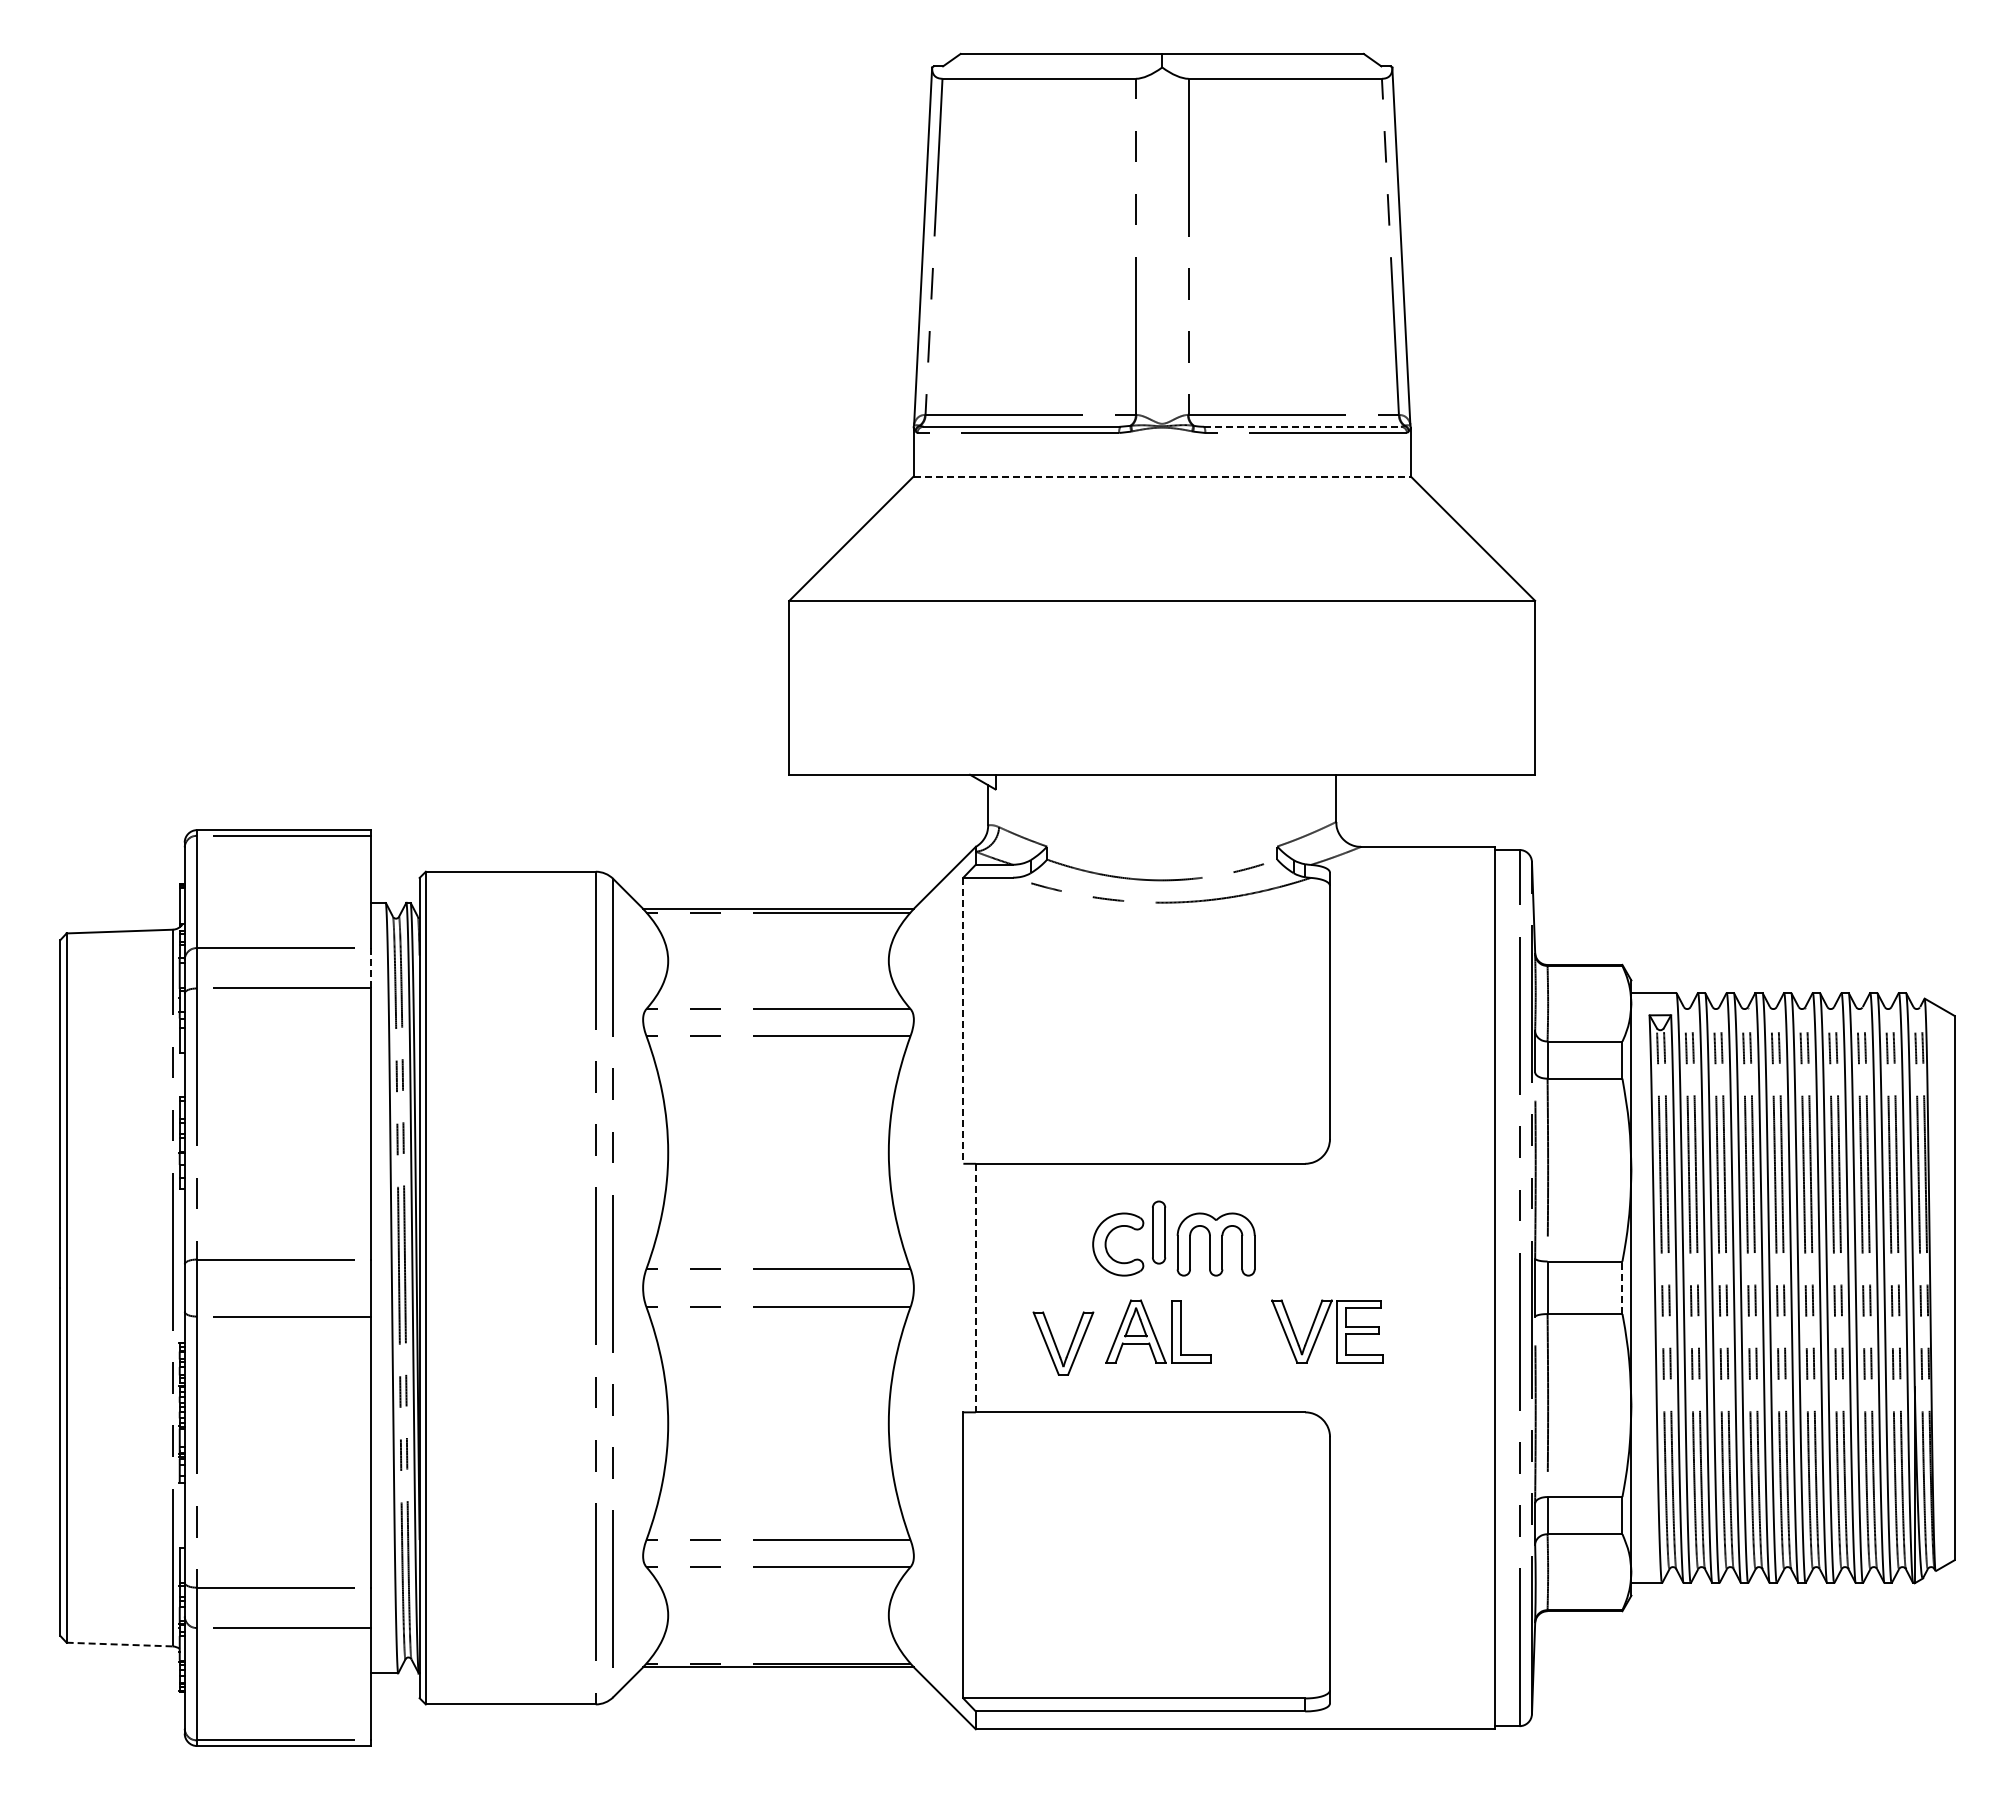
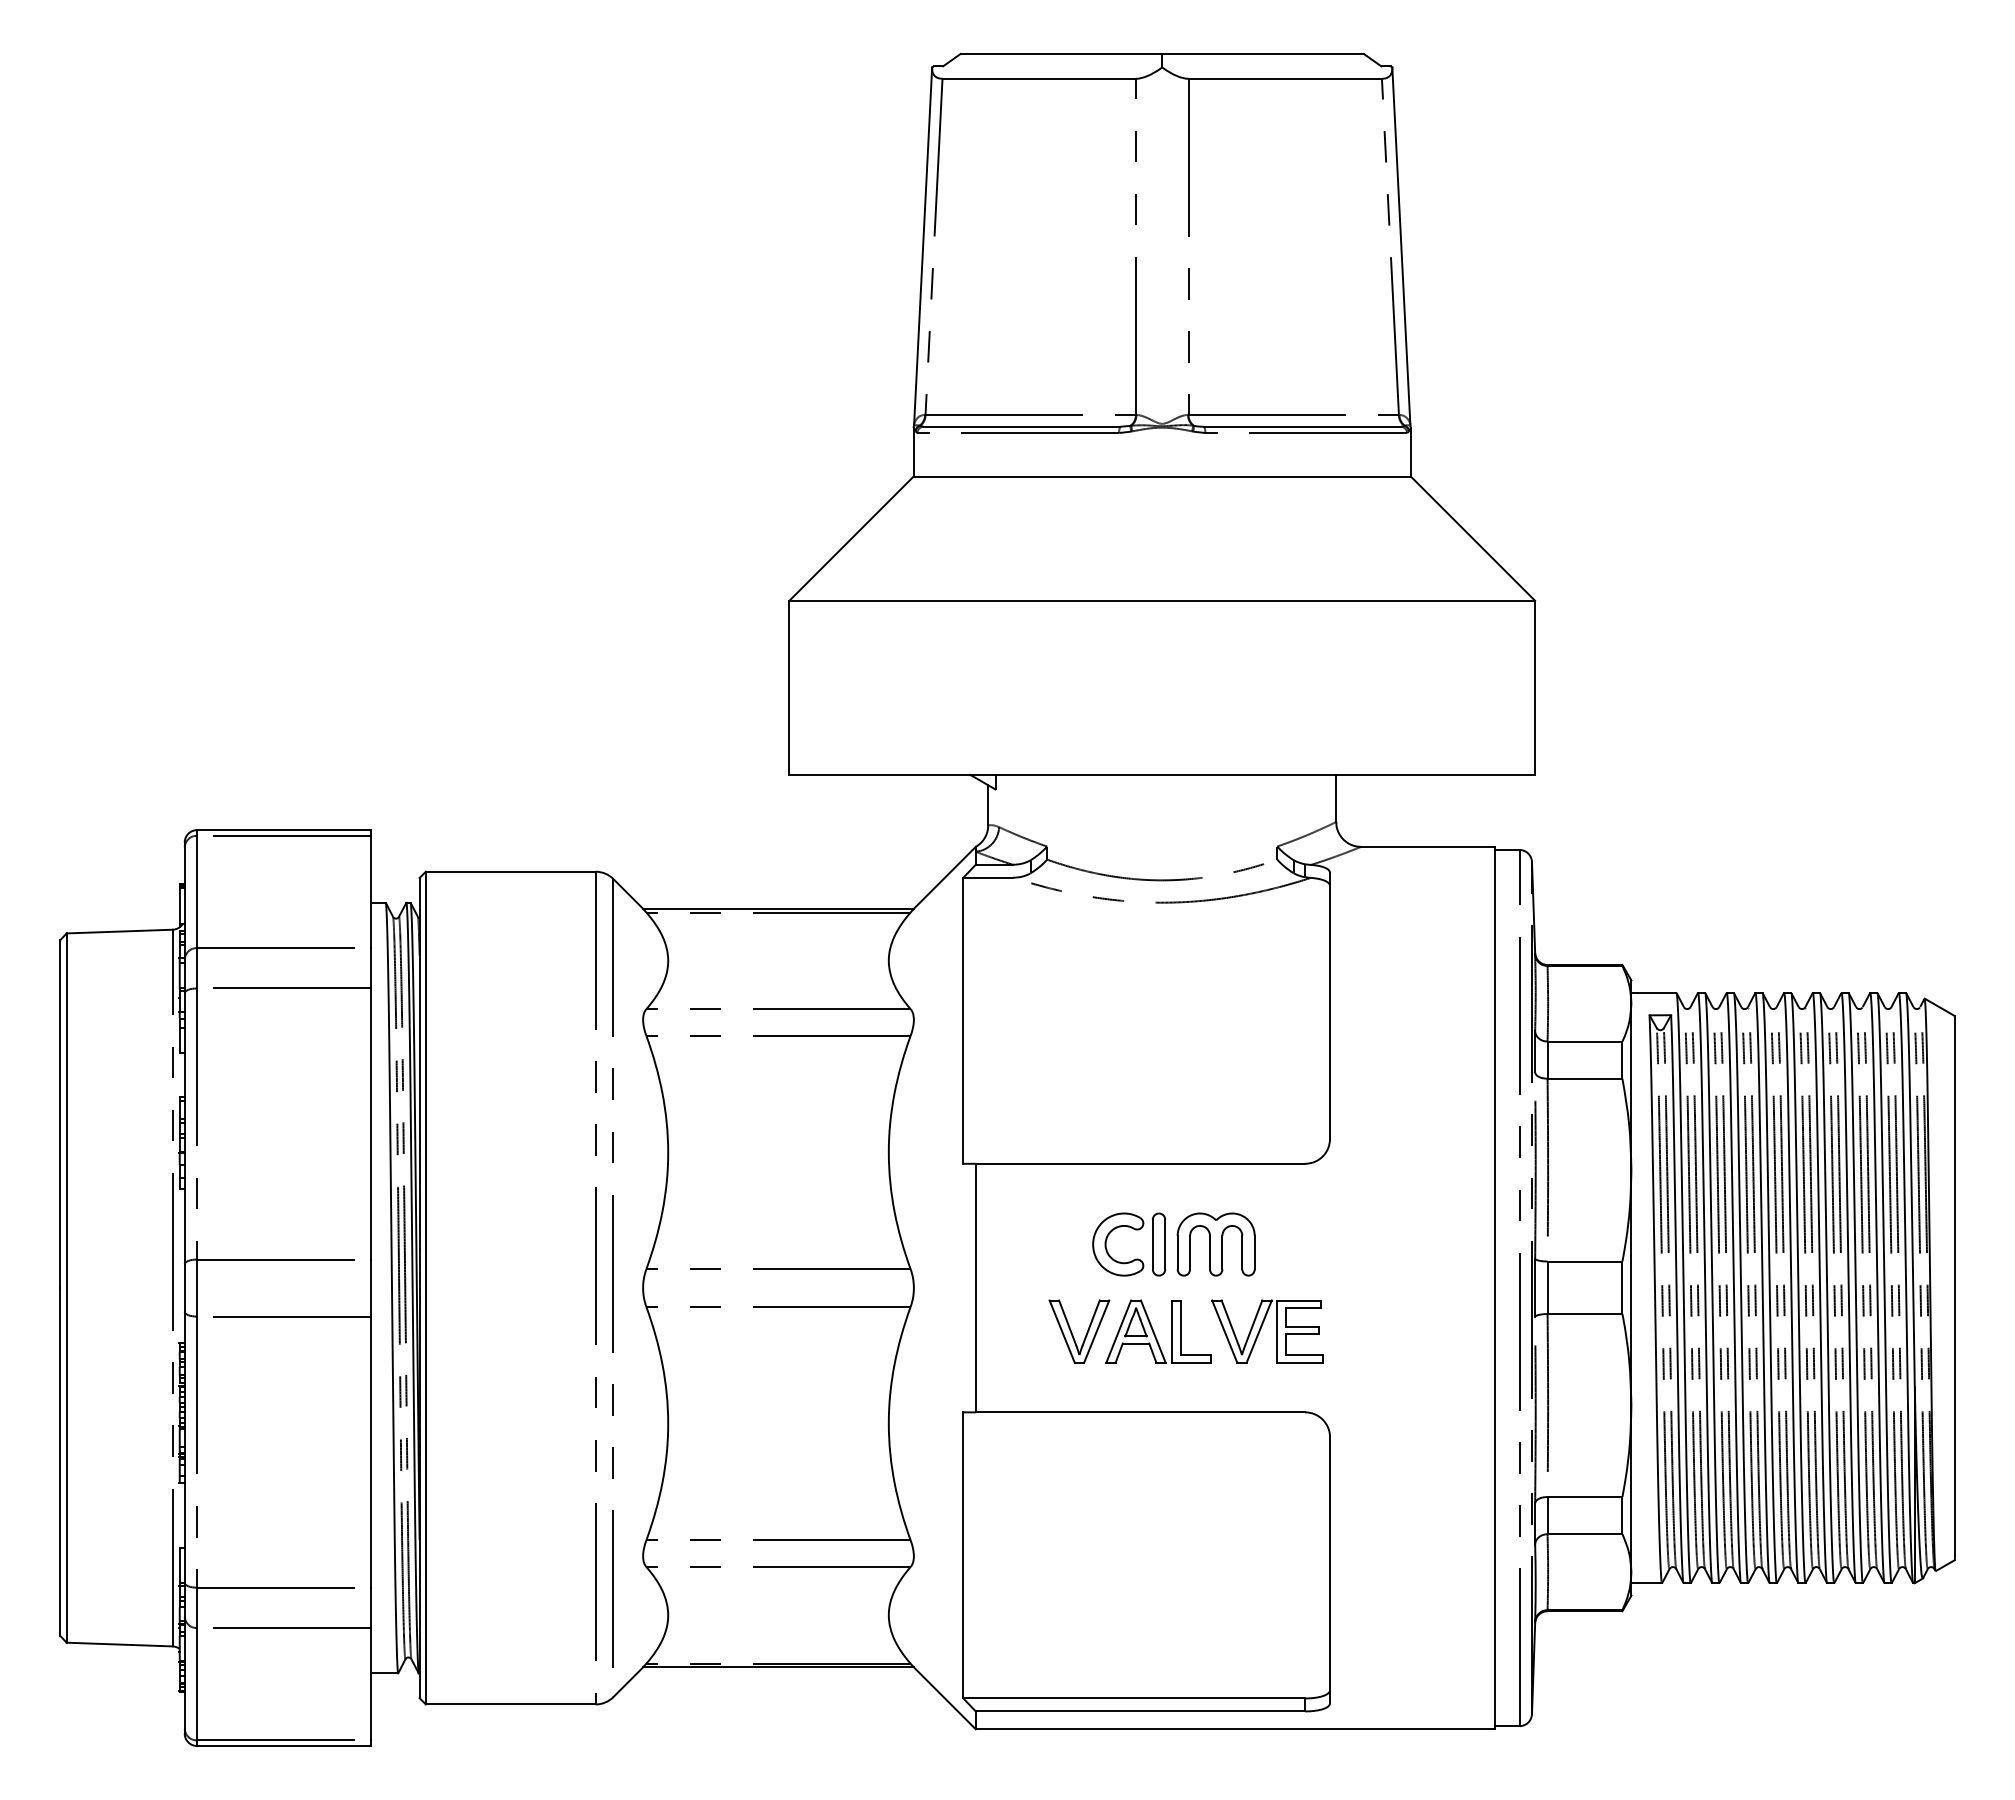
line at (1303, 426): dashed -> solid
line at (1162, 476): dashed -> solid
line at (371, 968): dashed -> solid
line at (963, 1021): dashed -> solid
part at (1159, 1232) position: (1159, 1232) -> (1159, 1244)
line at (1622, 1287): dashed -> solid
line at (975, 1288): dashed -> solid
part at (1321, 1329) position: (1321, 1329) -> (1261, 1329)
part at (1069, 1346) position: (1069, 1346) -> (1085, 1334)
line at (120, 1644): dashed -> solid
